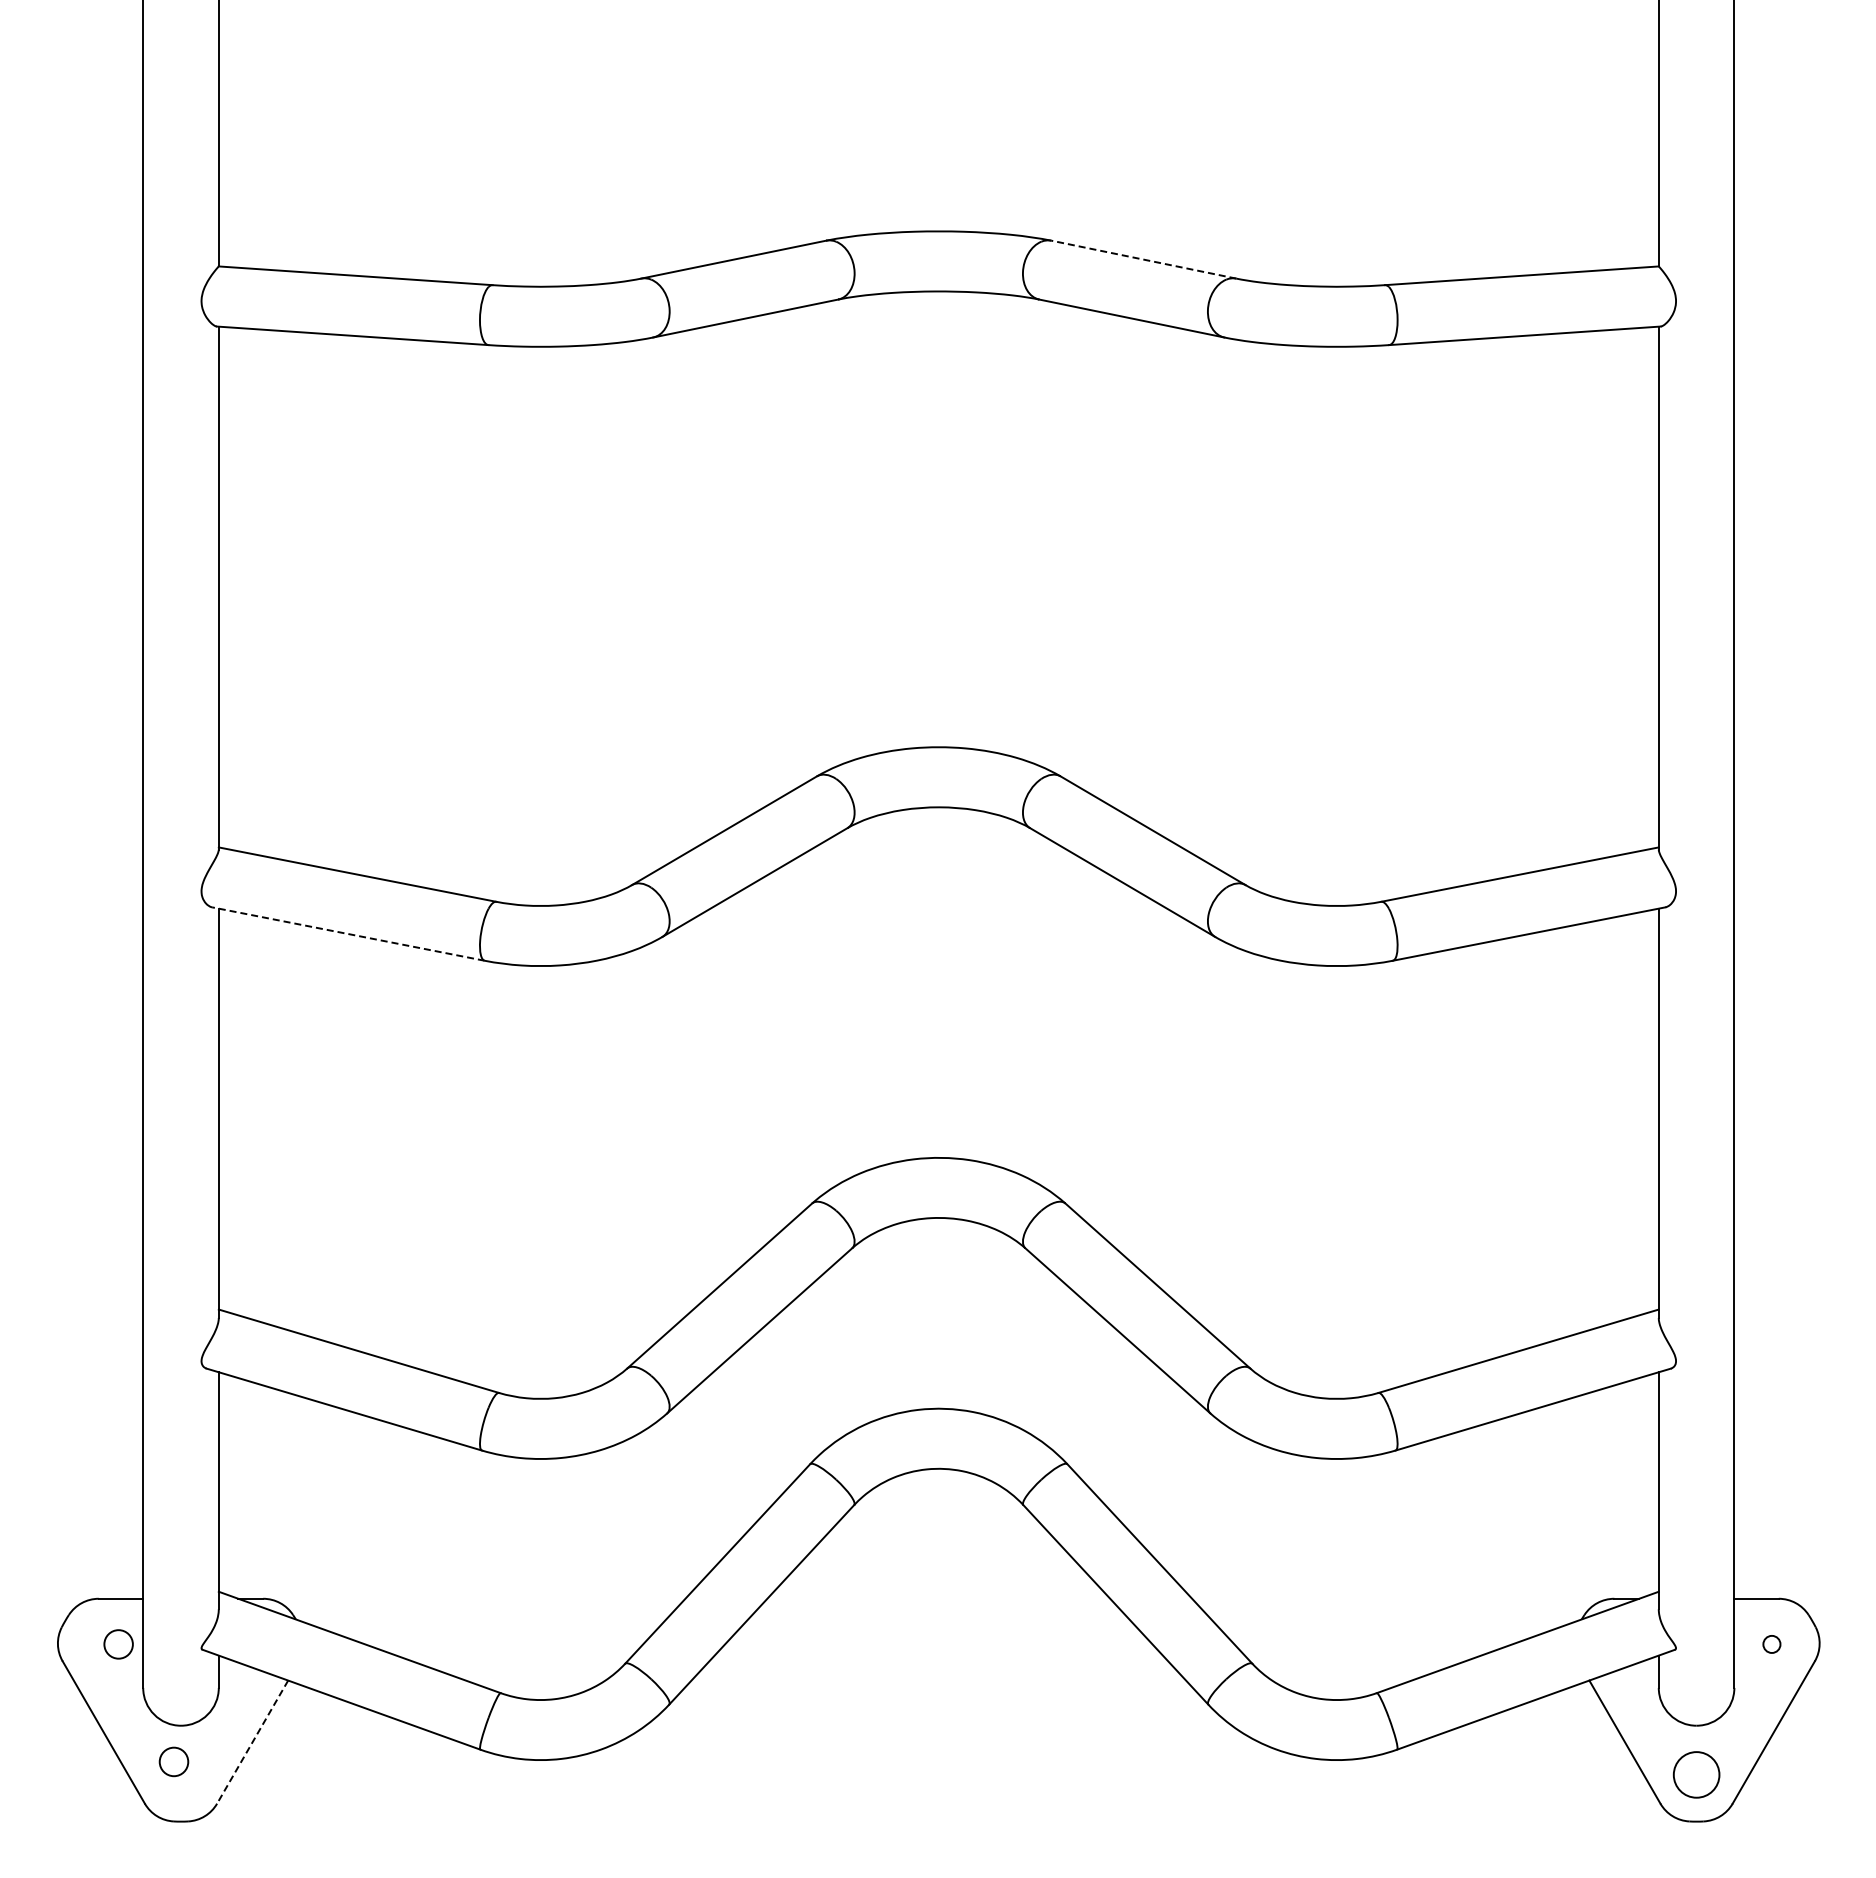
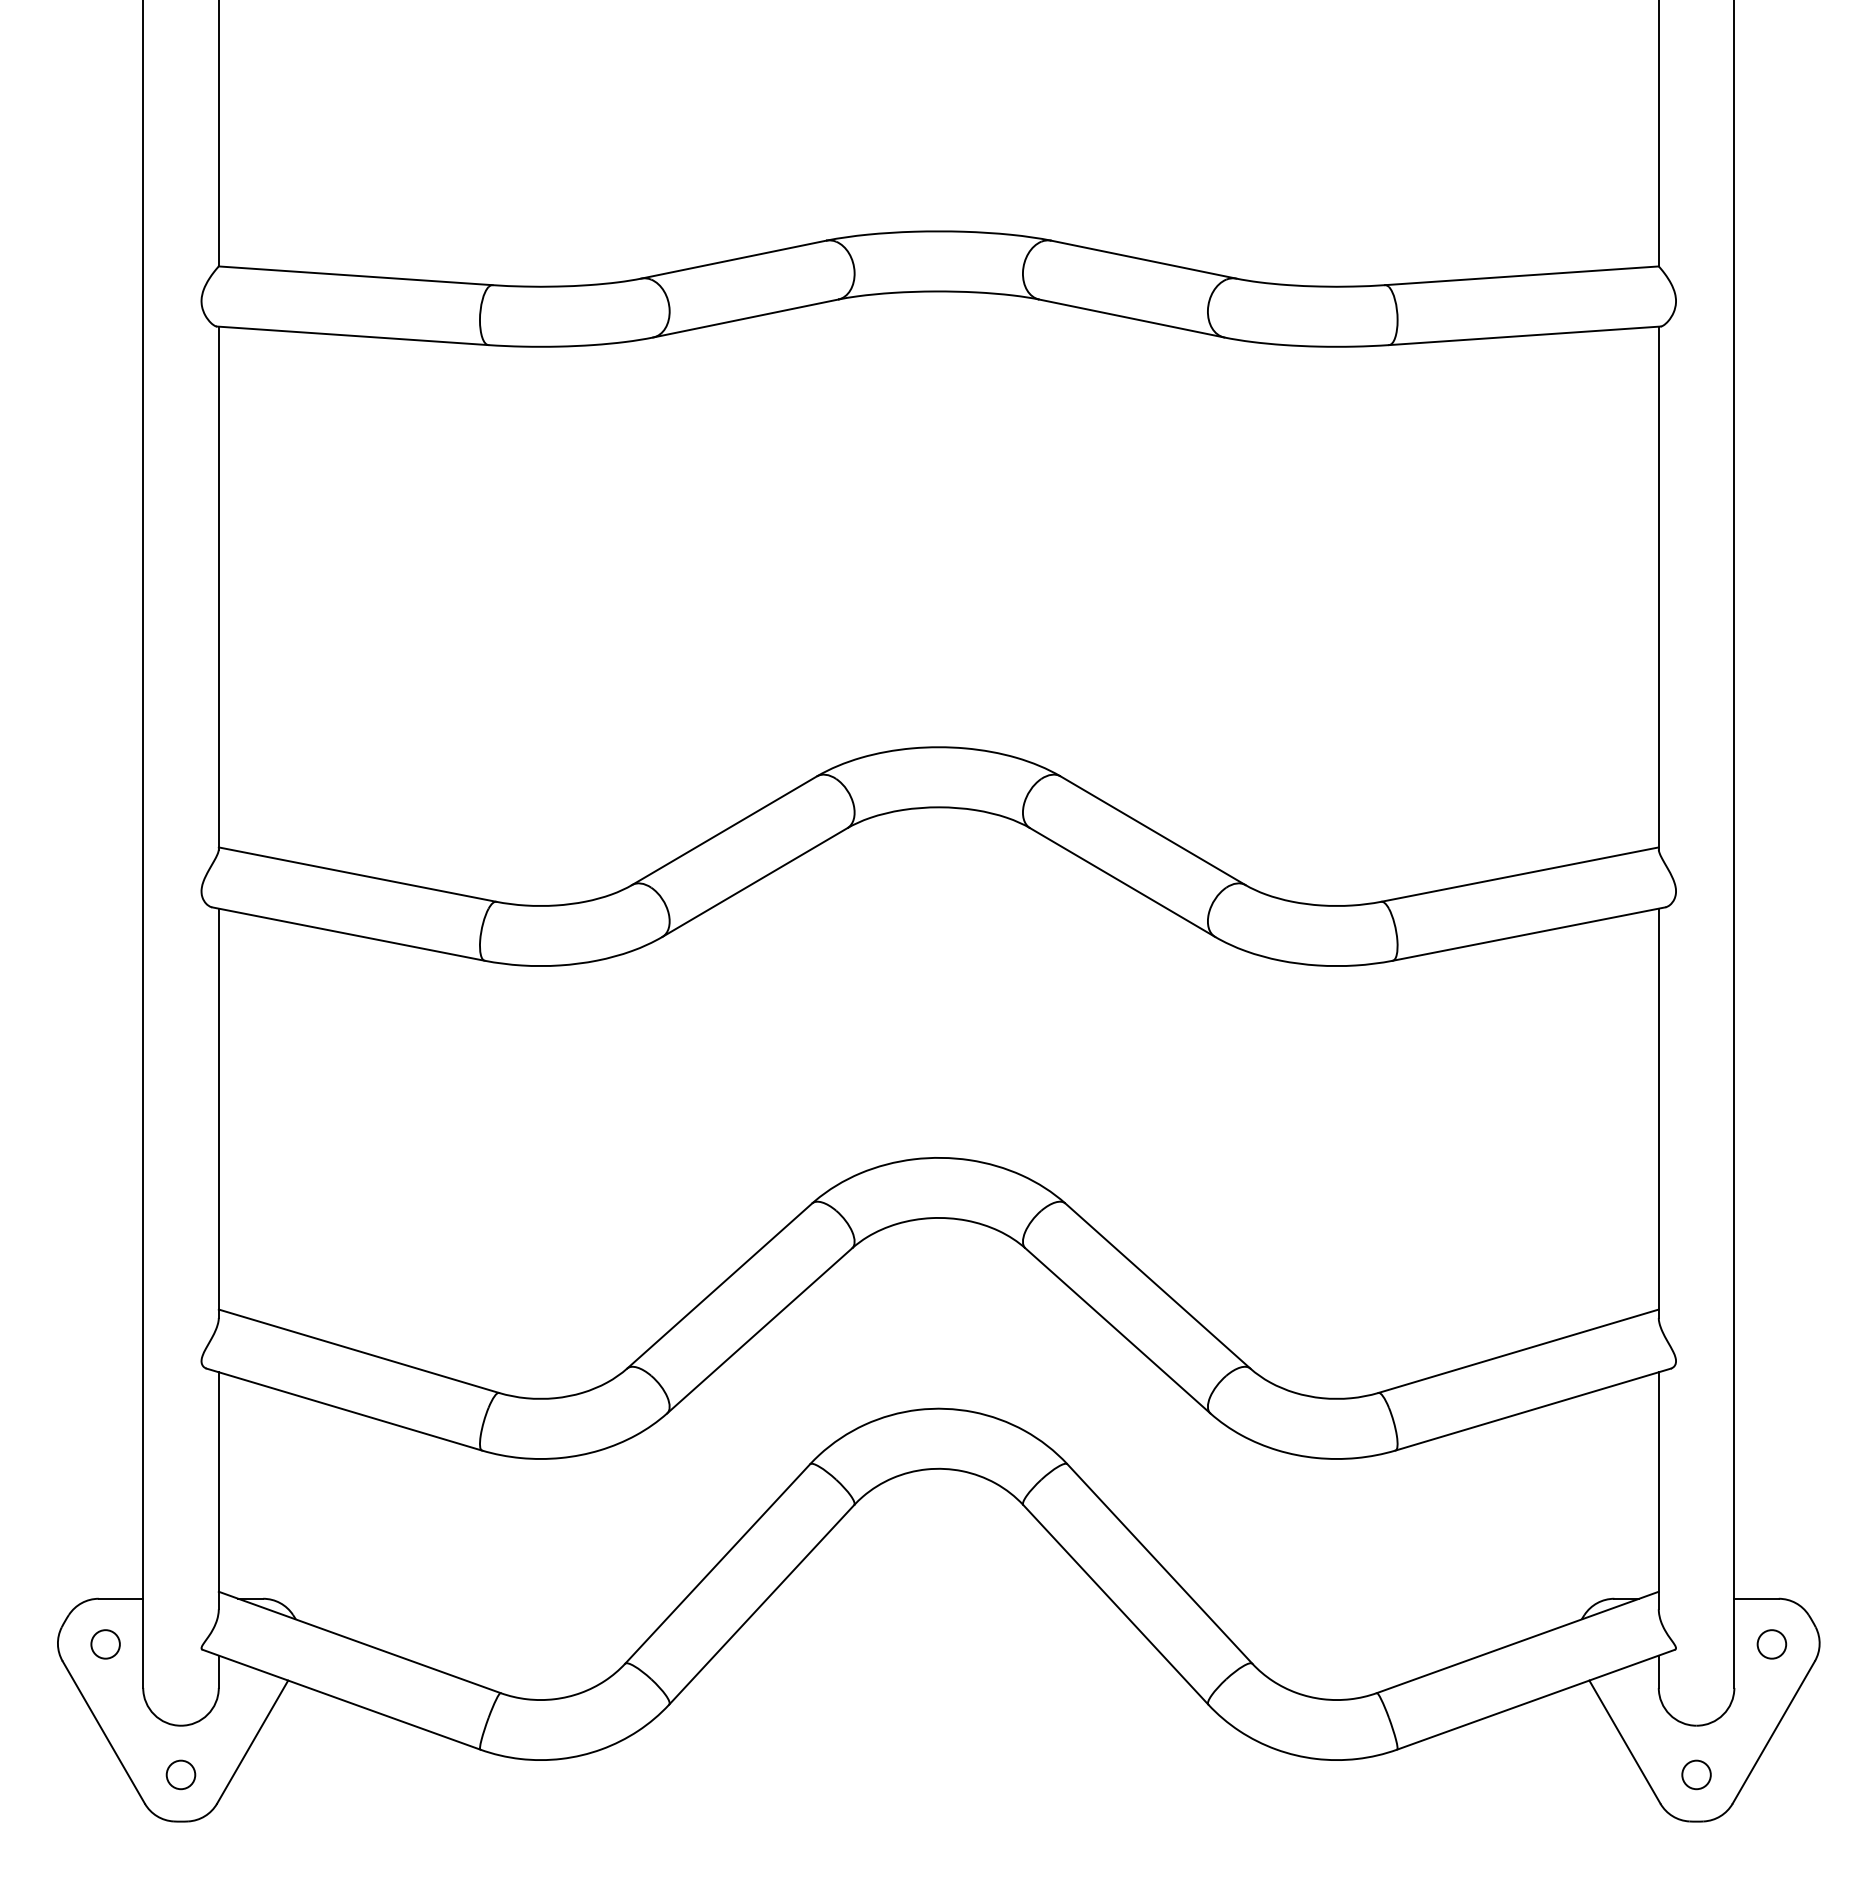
line at (1143, 259): dashed -> solid
line at (348, 934): dashed -> solid
circle at (1771, 1643) diameter: 17 px -> 29 px
circle at (118, 1644) position: (118, 1644) -> (105, 1644)
line at (252, 1742): dashed -> solid
circle at (173, 1761) position: (173, 1761) -> (180, 1774)
circle at (1696, 1774) size: 49x48 px -> 31x32 px
